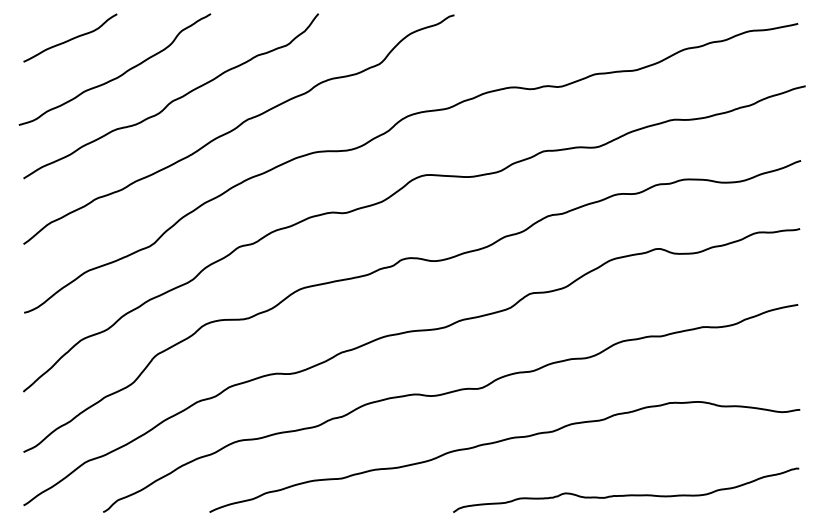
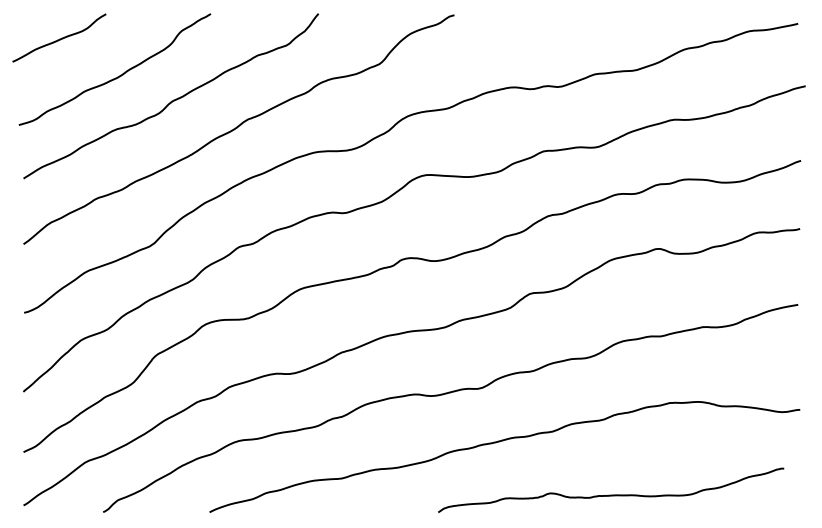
curve at (70, 38) position: (70, 38) -> (59, 38)
curve at (626, 494) position: (626, 494) -> (611, 494)
